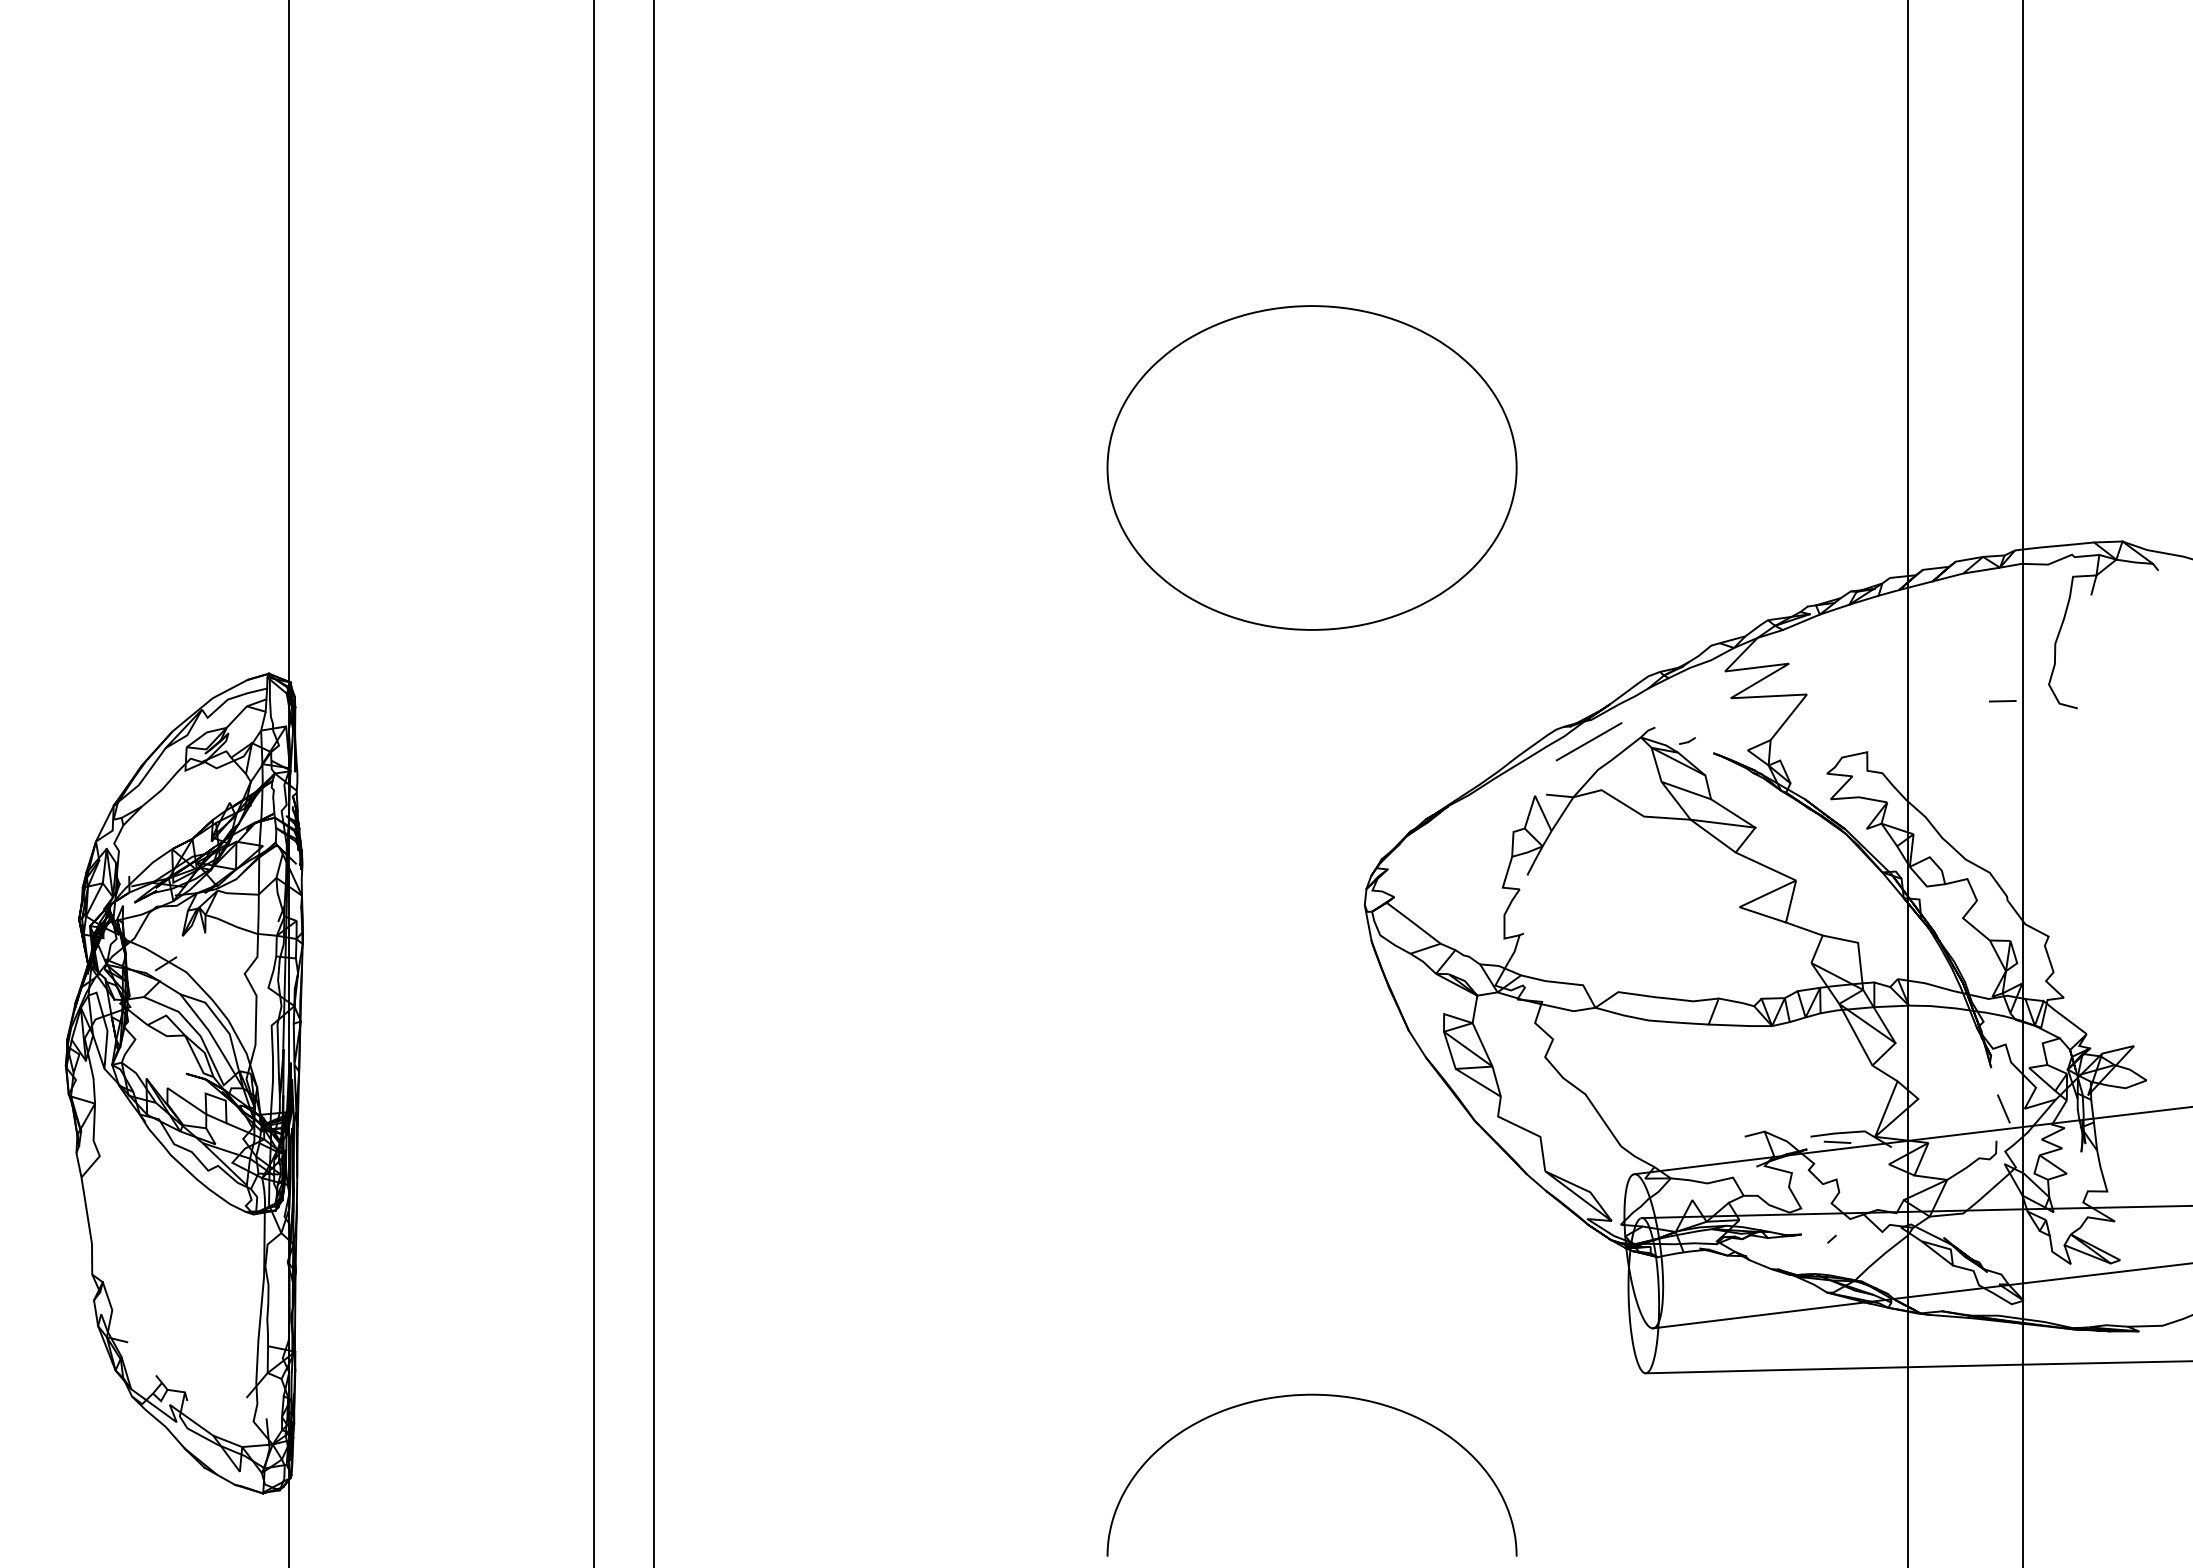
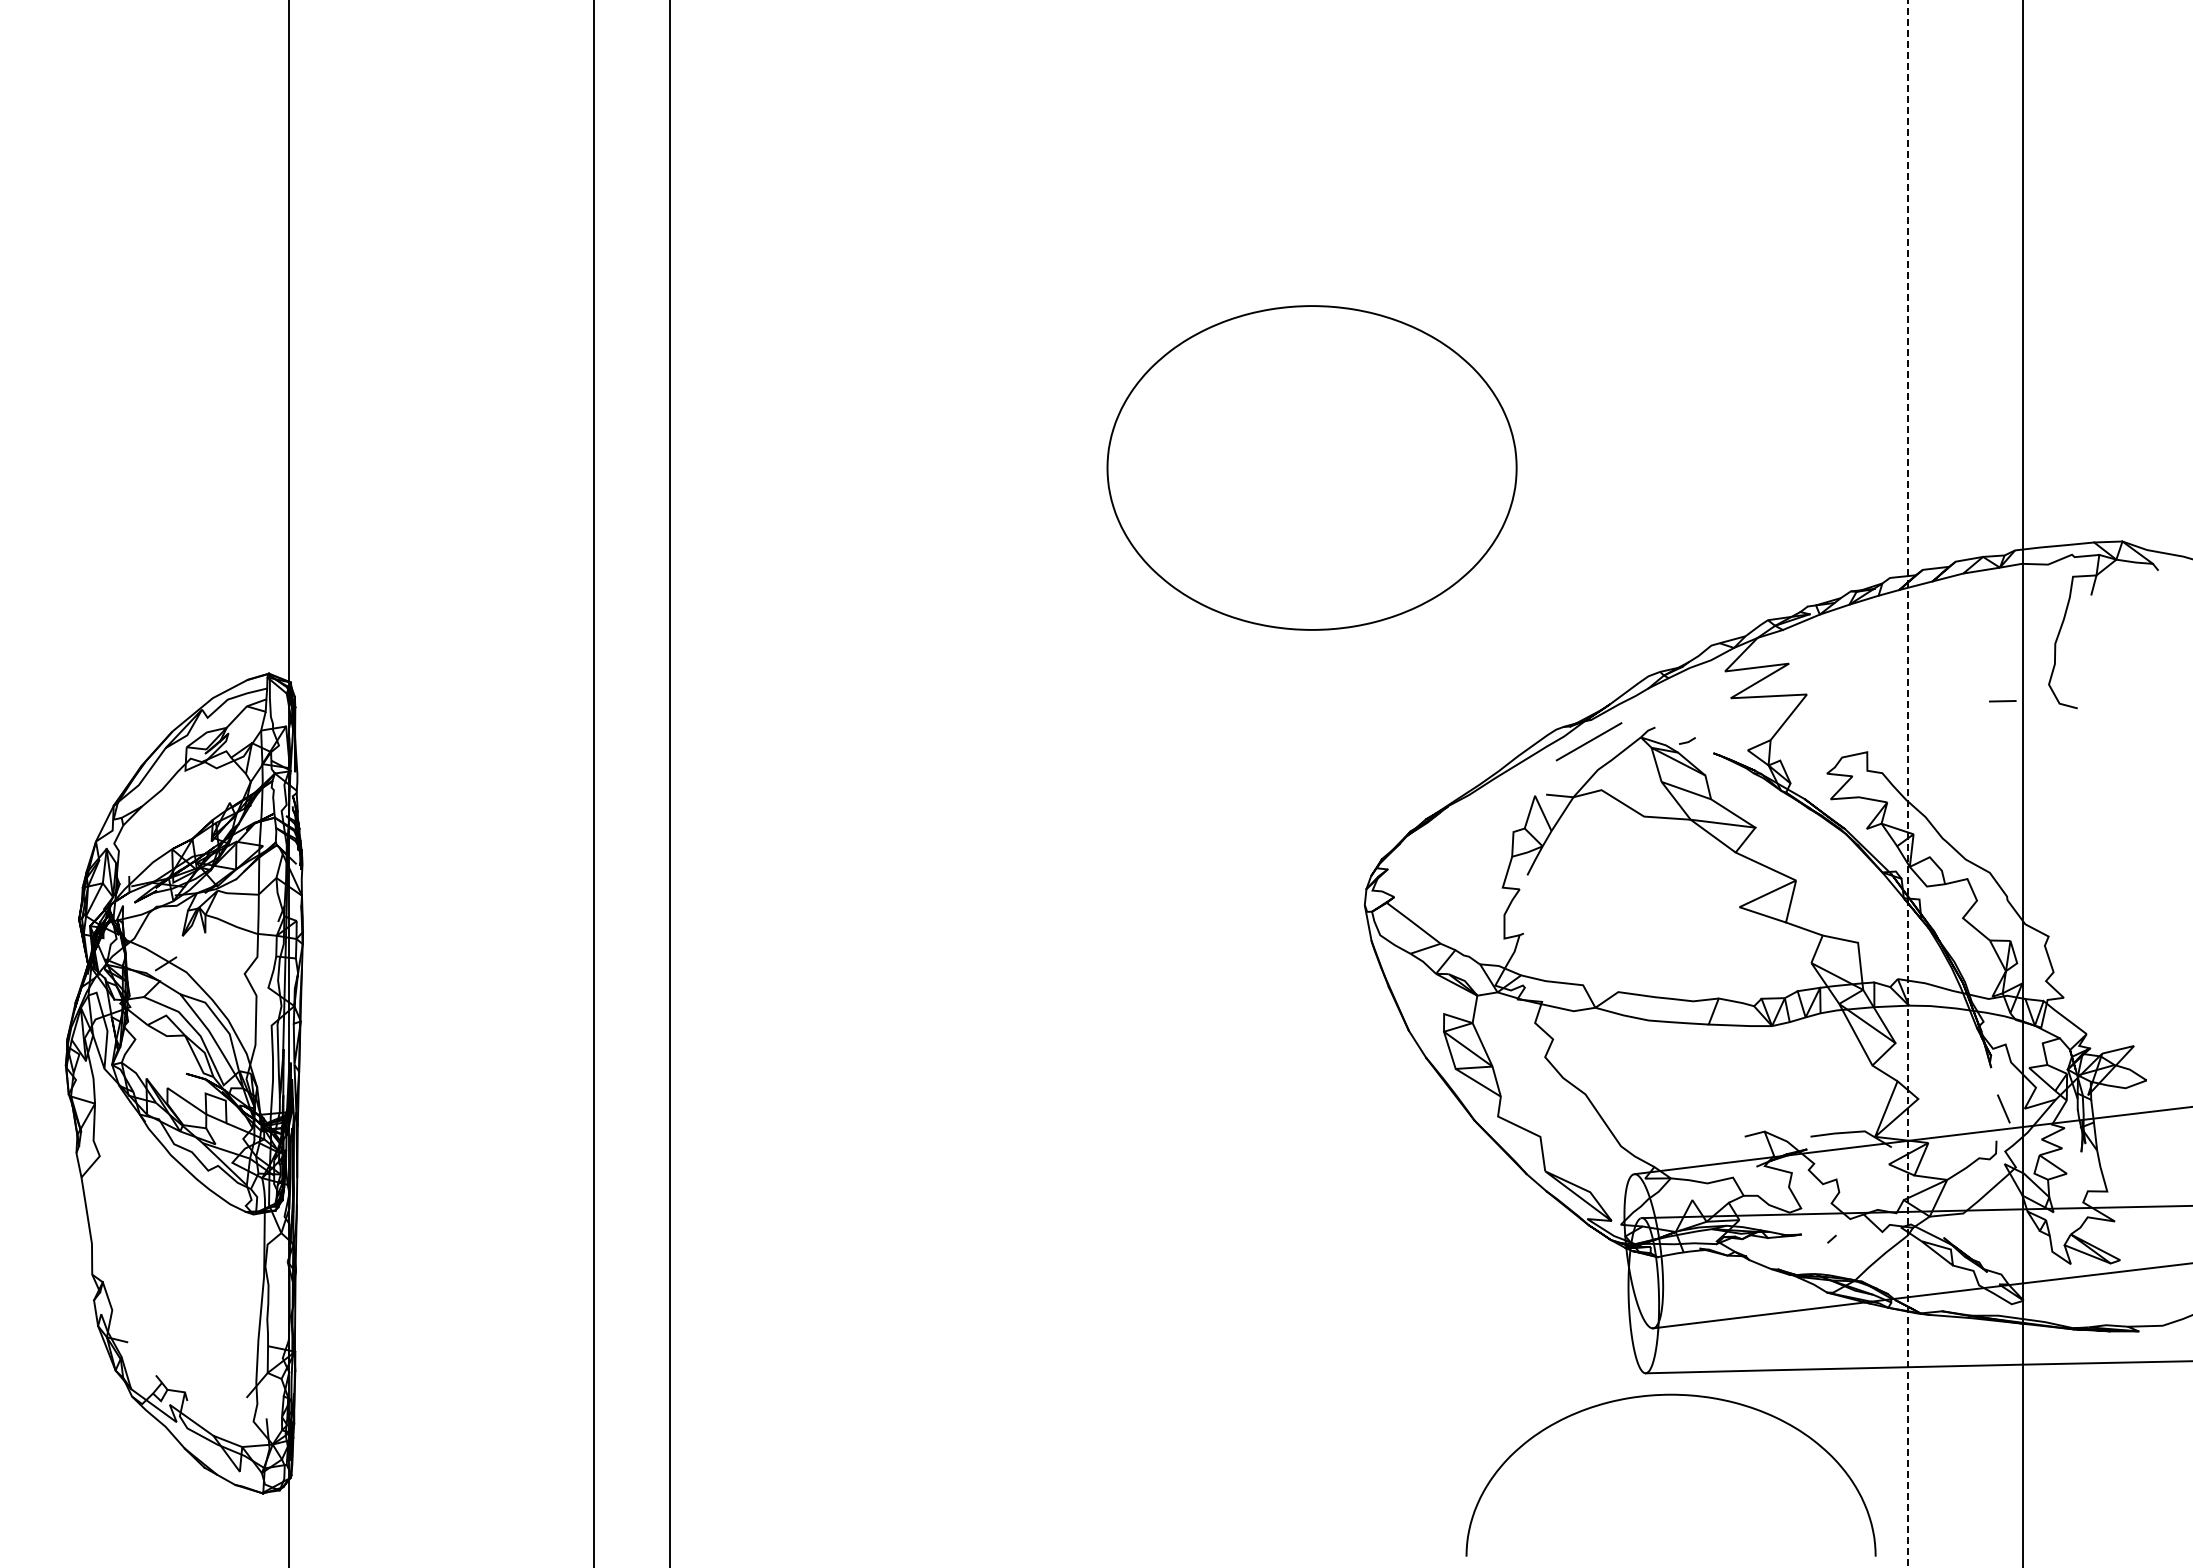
line at (653, 783) position: (653, 783) -> (669, 783)
line at (1907, 783): solid -> dashed
line at (1837, 1142): present -> none
curve at (1311, 1395) position: (1311, 1395) -> (1670, 1395)
